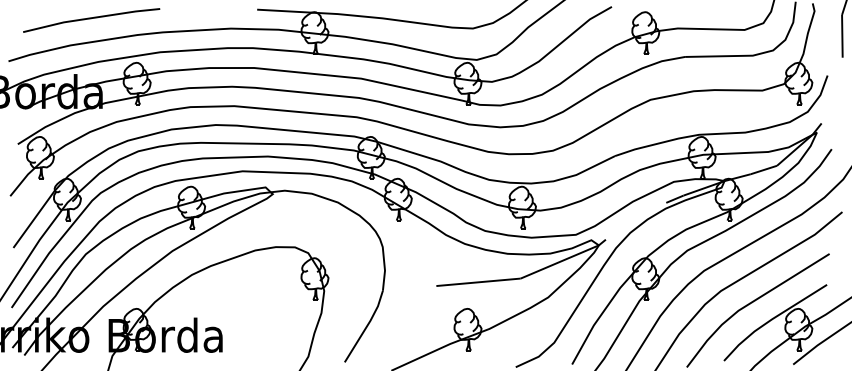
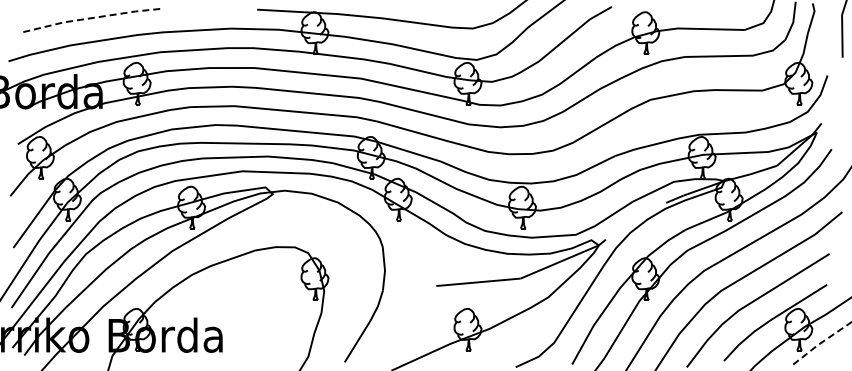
line at (91, 18): solid -> dashed
line at (821, 342): solid -> dashed
